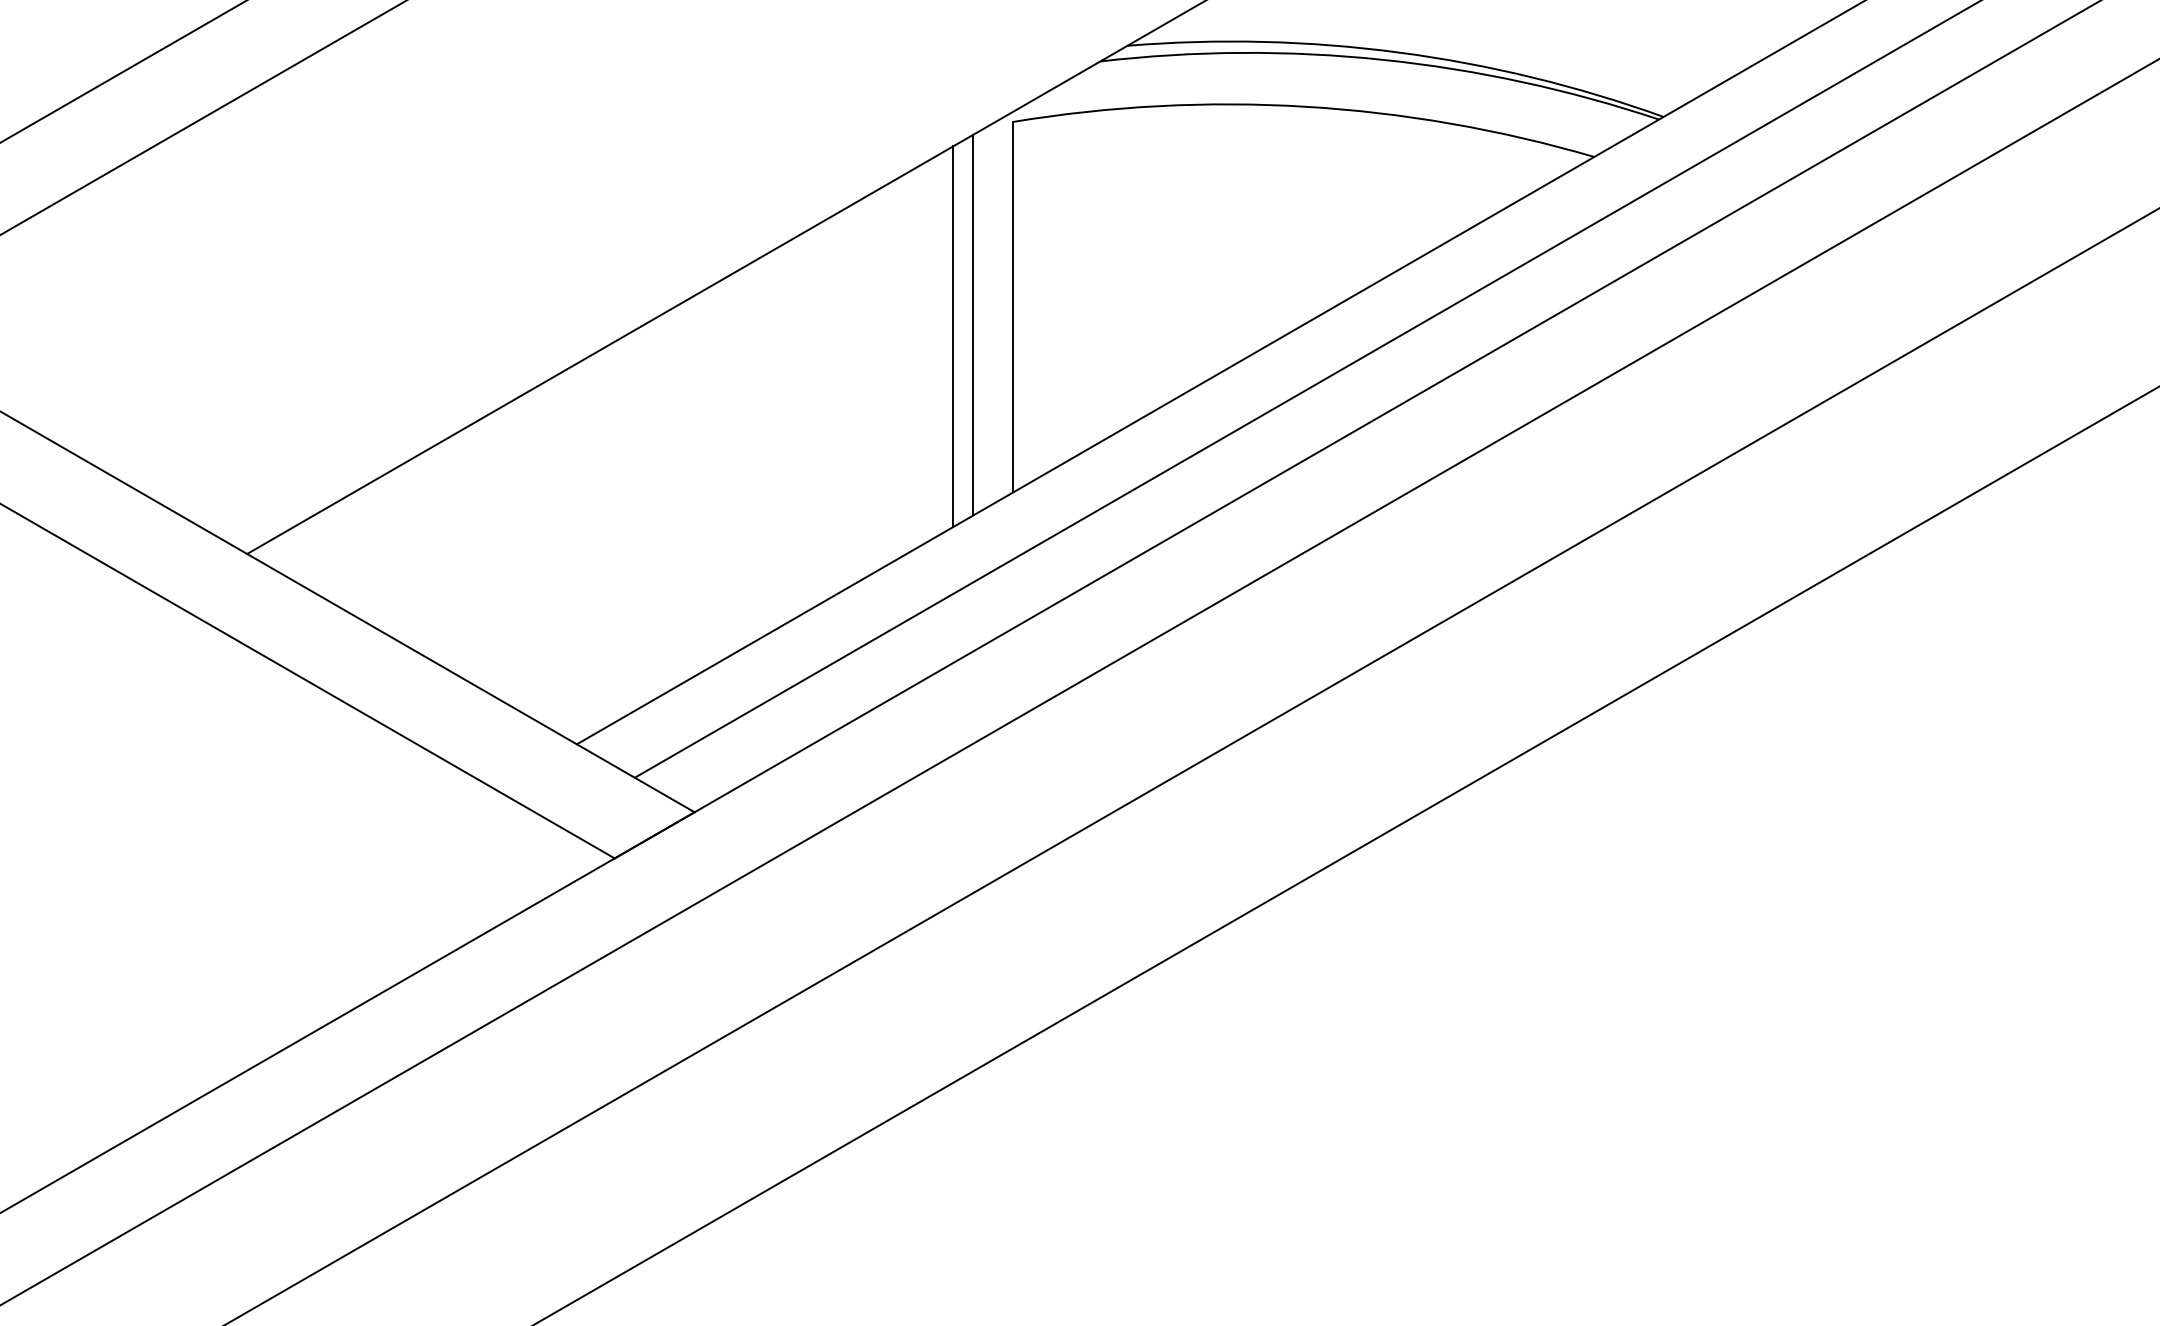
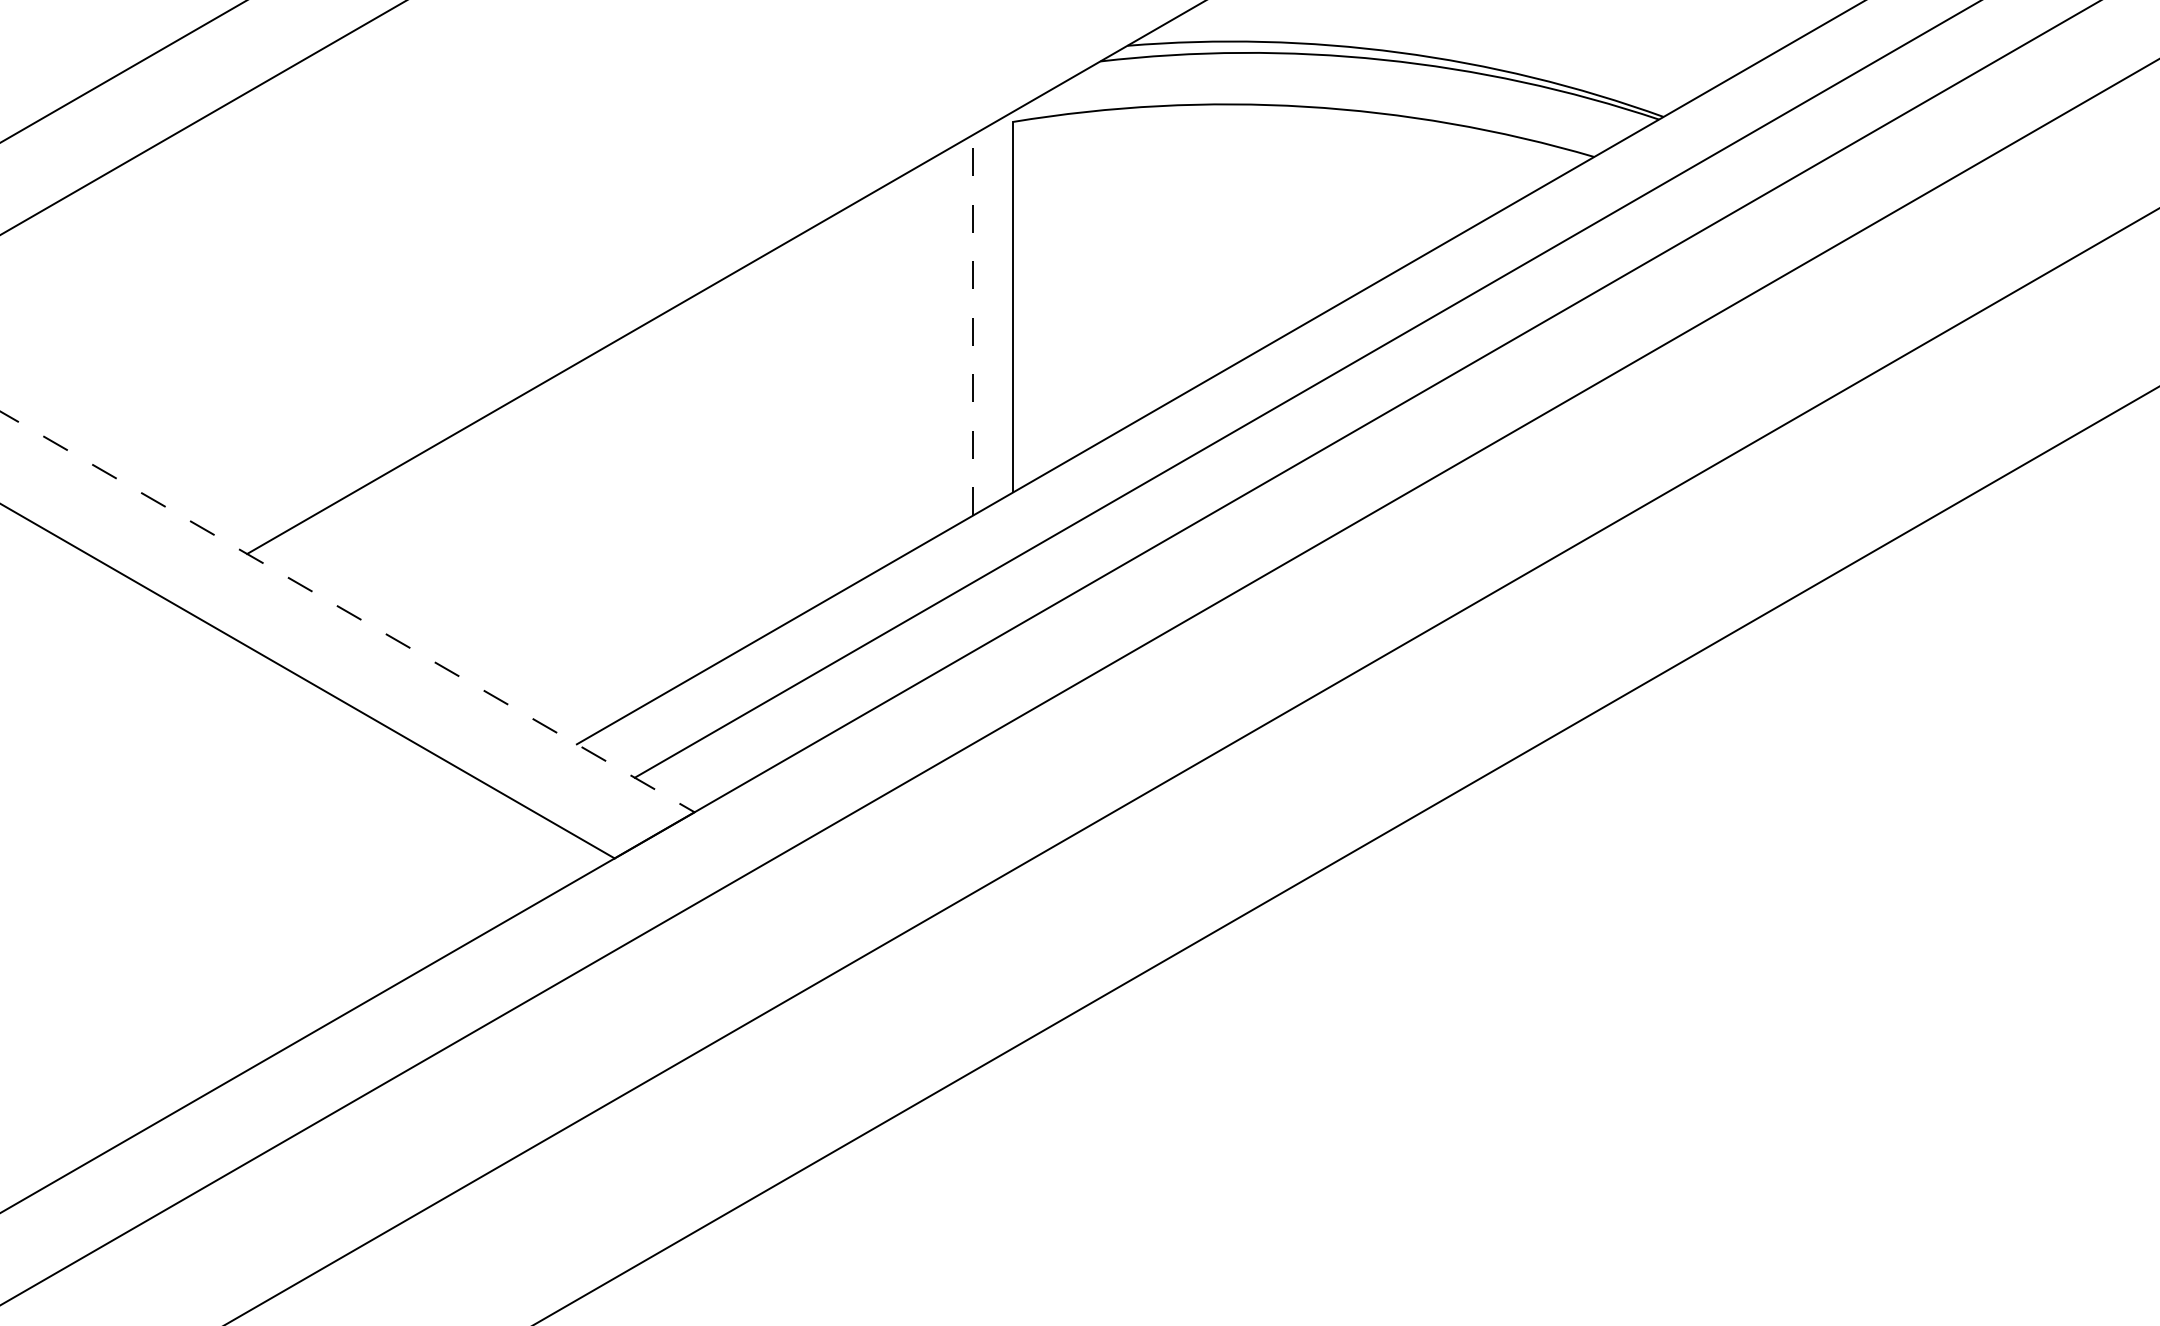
line at (973, 324): solid -> dashed
line at (953, 336): present -> none
line at (347, 611): solid -> dashed
